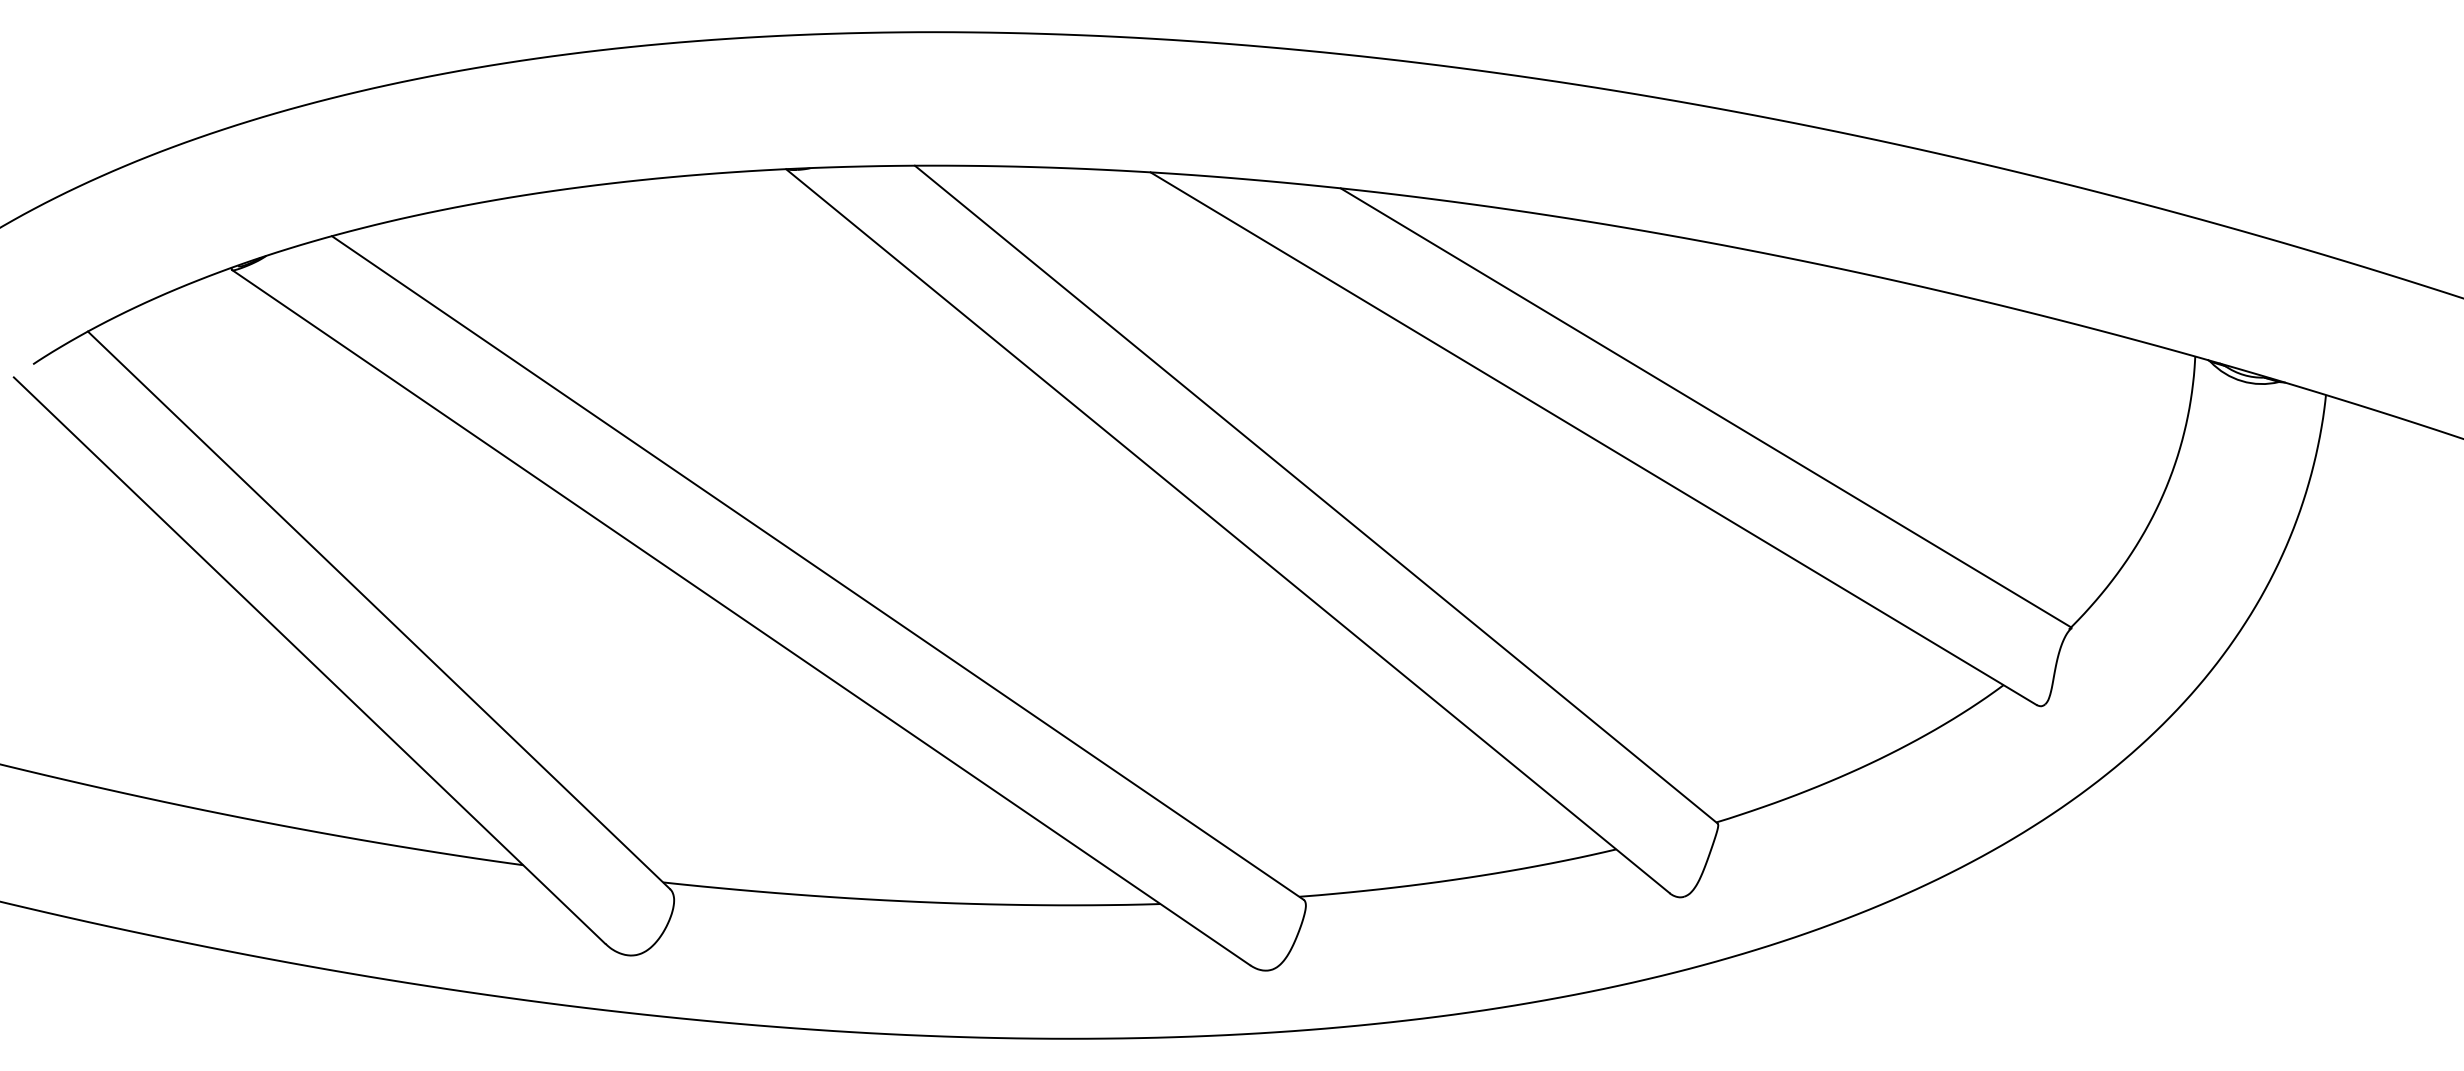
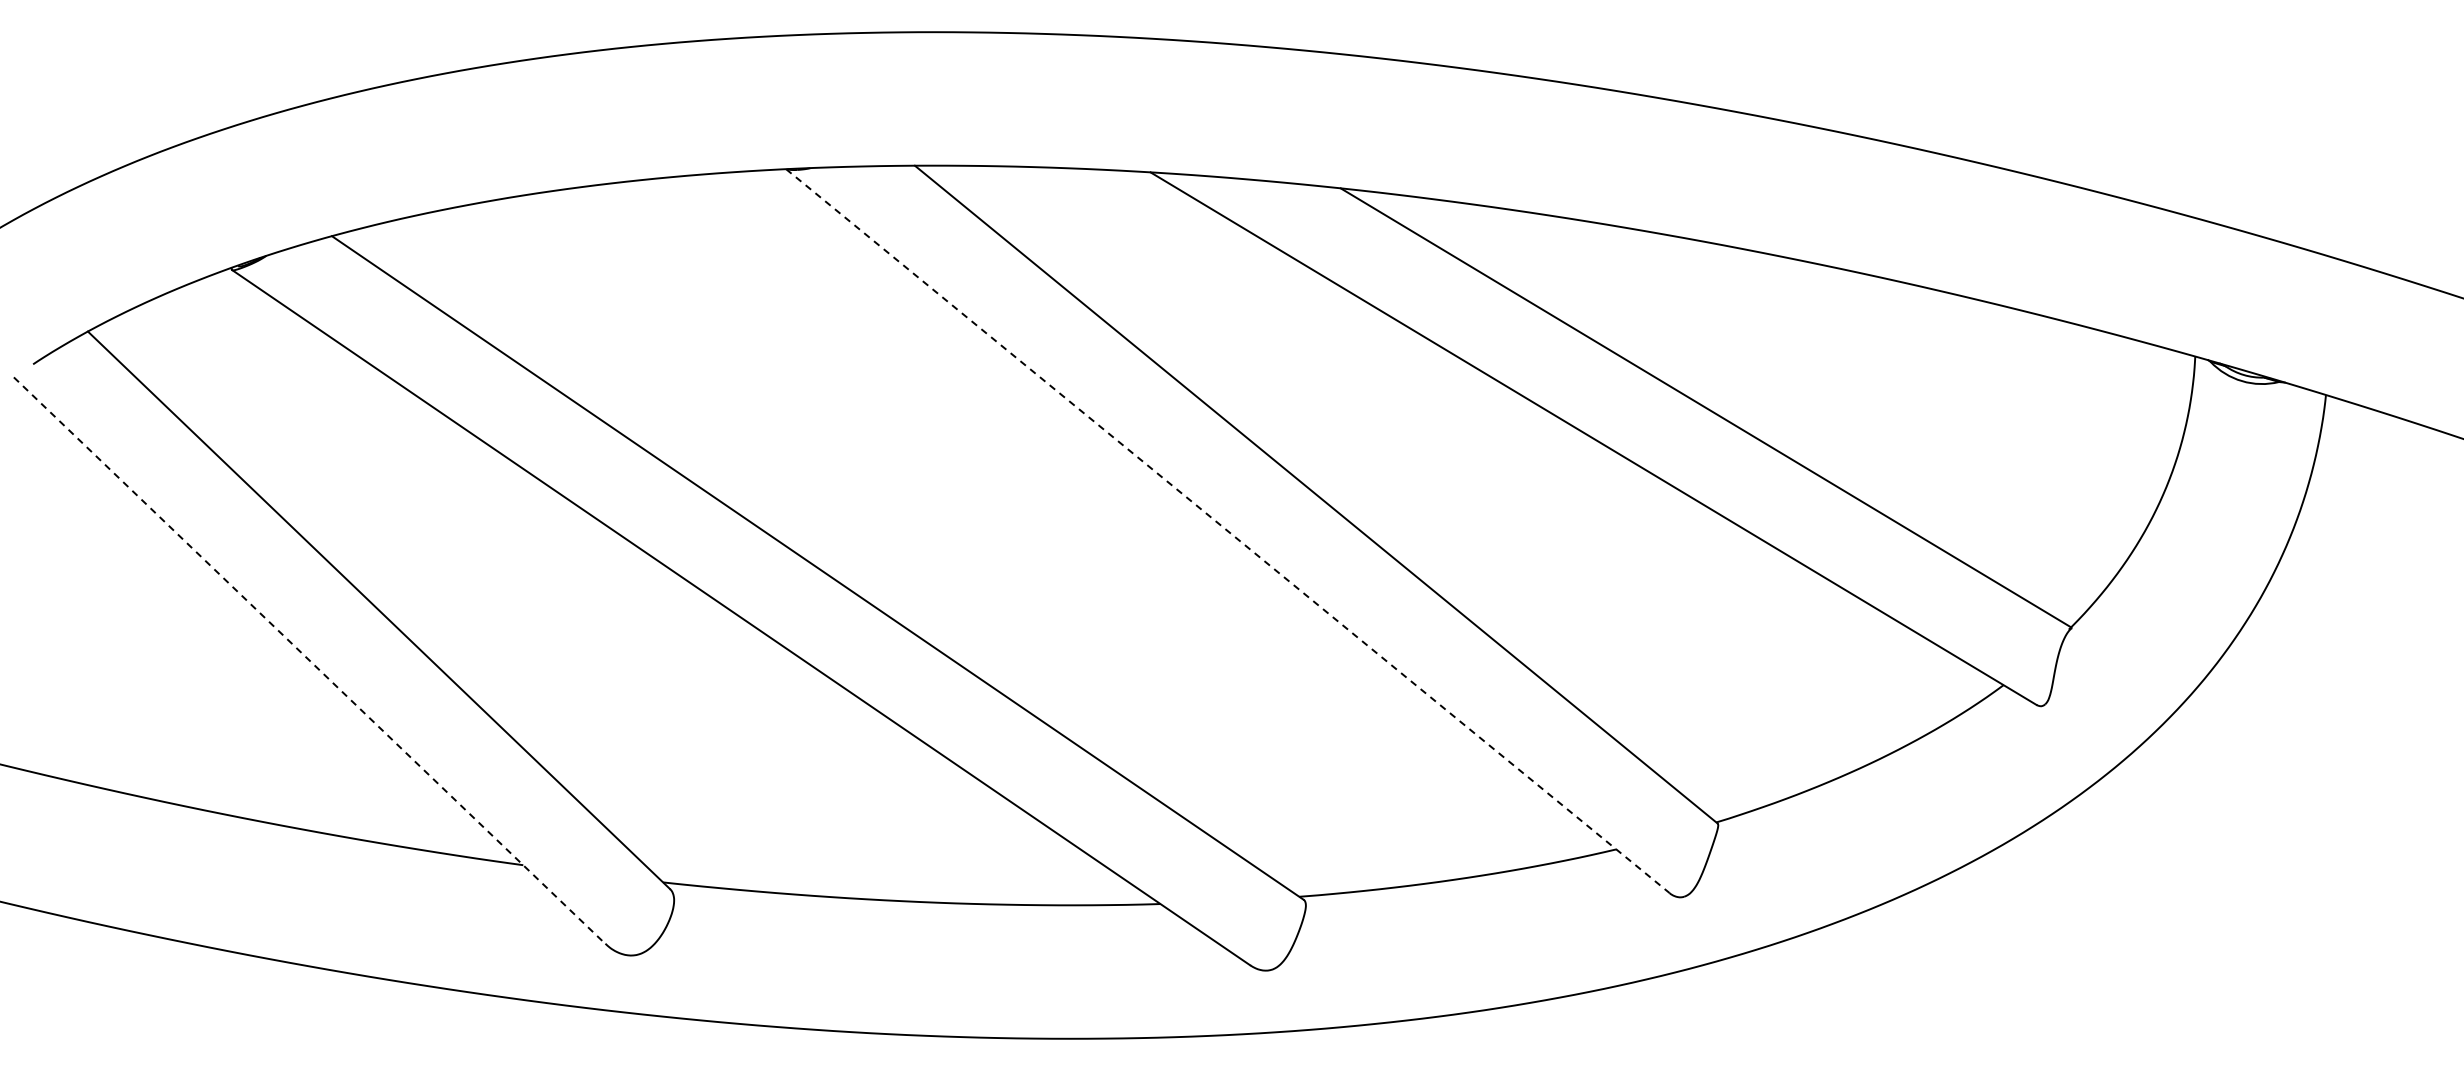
line at (1228, 531): solid -> dashed
line at (309, 660): solid -> dashed
